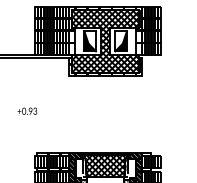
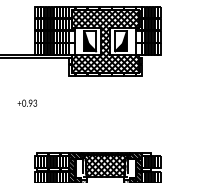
text at (27, 110) position: (27, 110) -> (27, 102)
